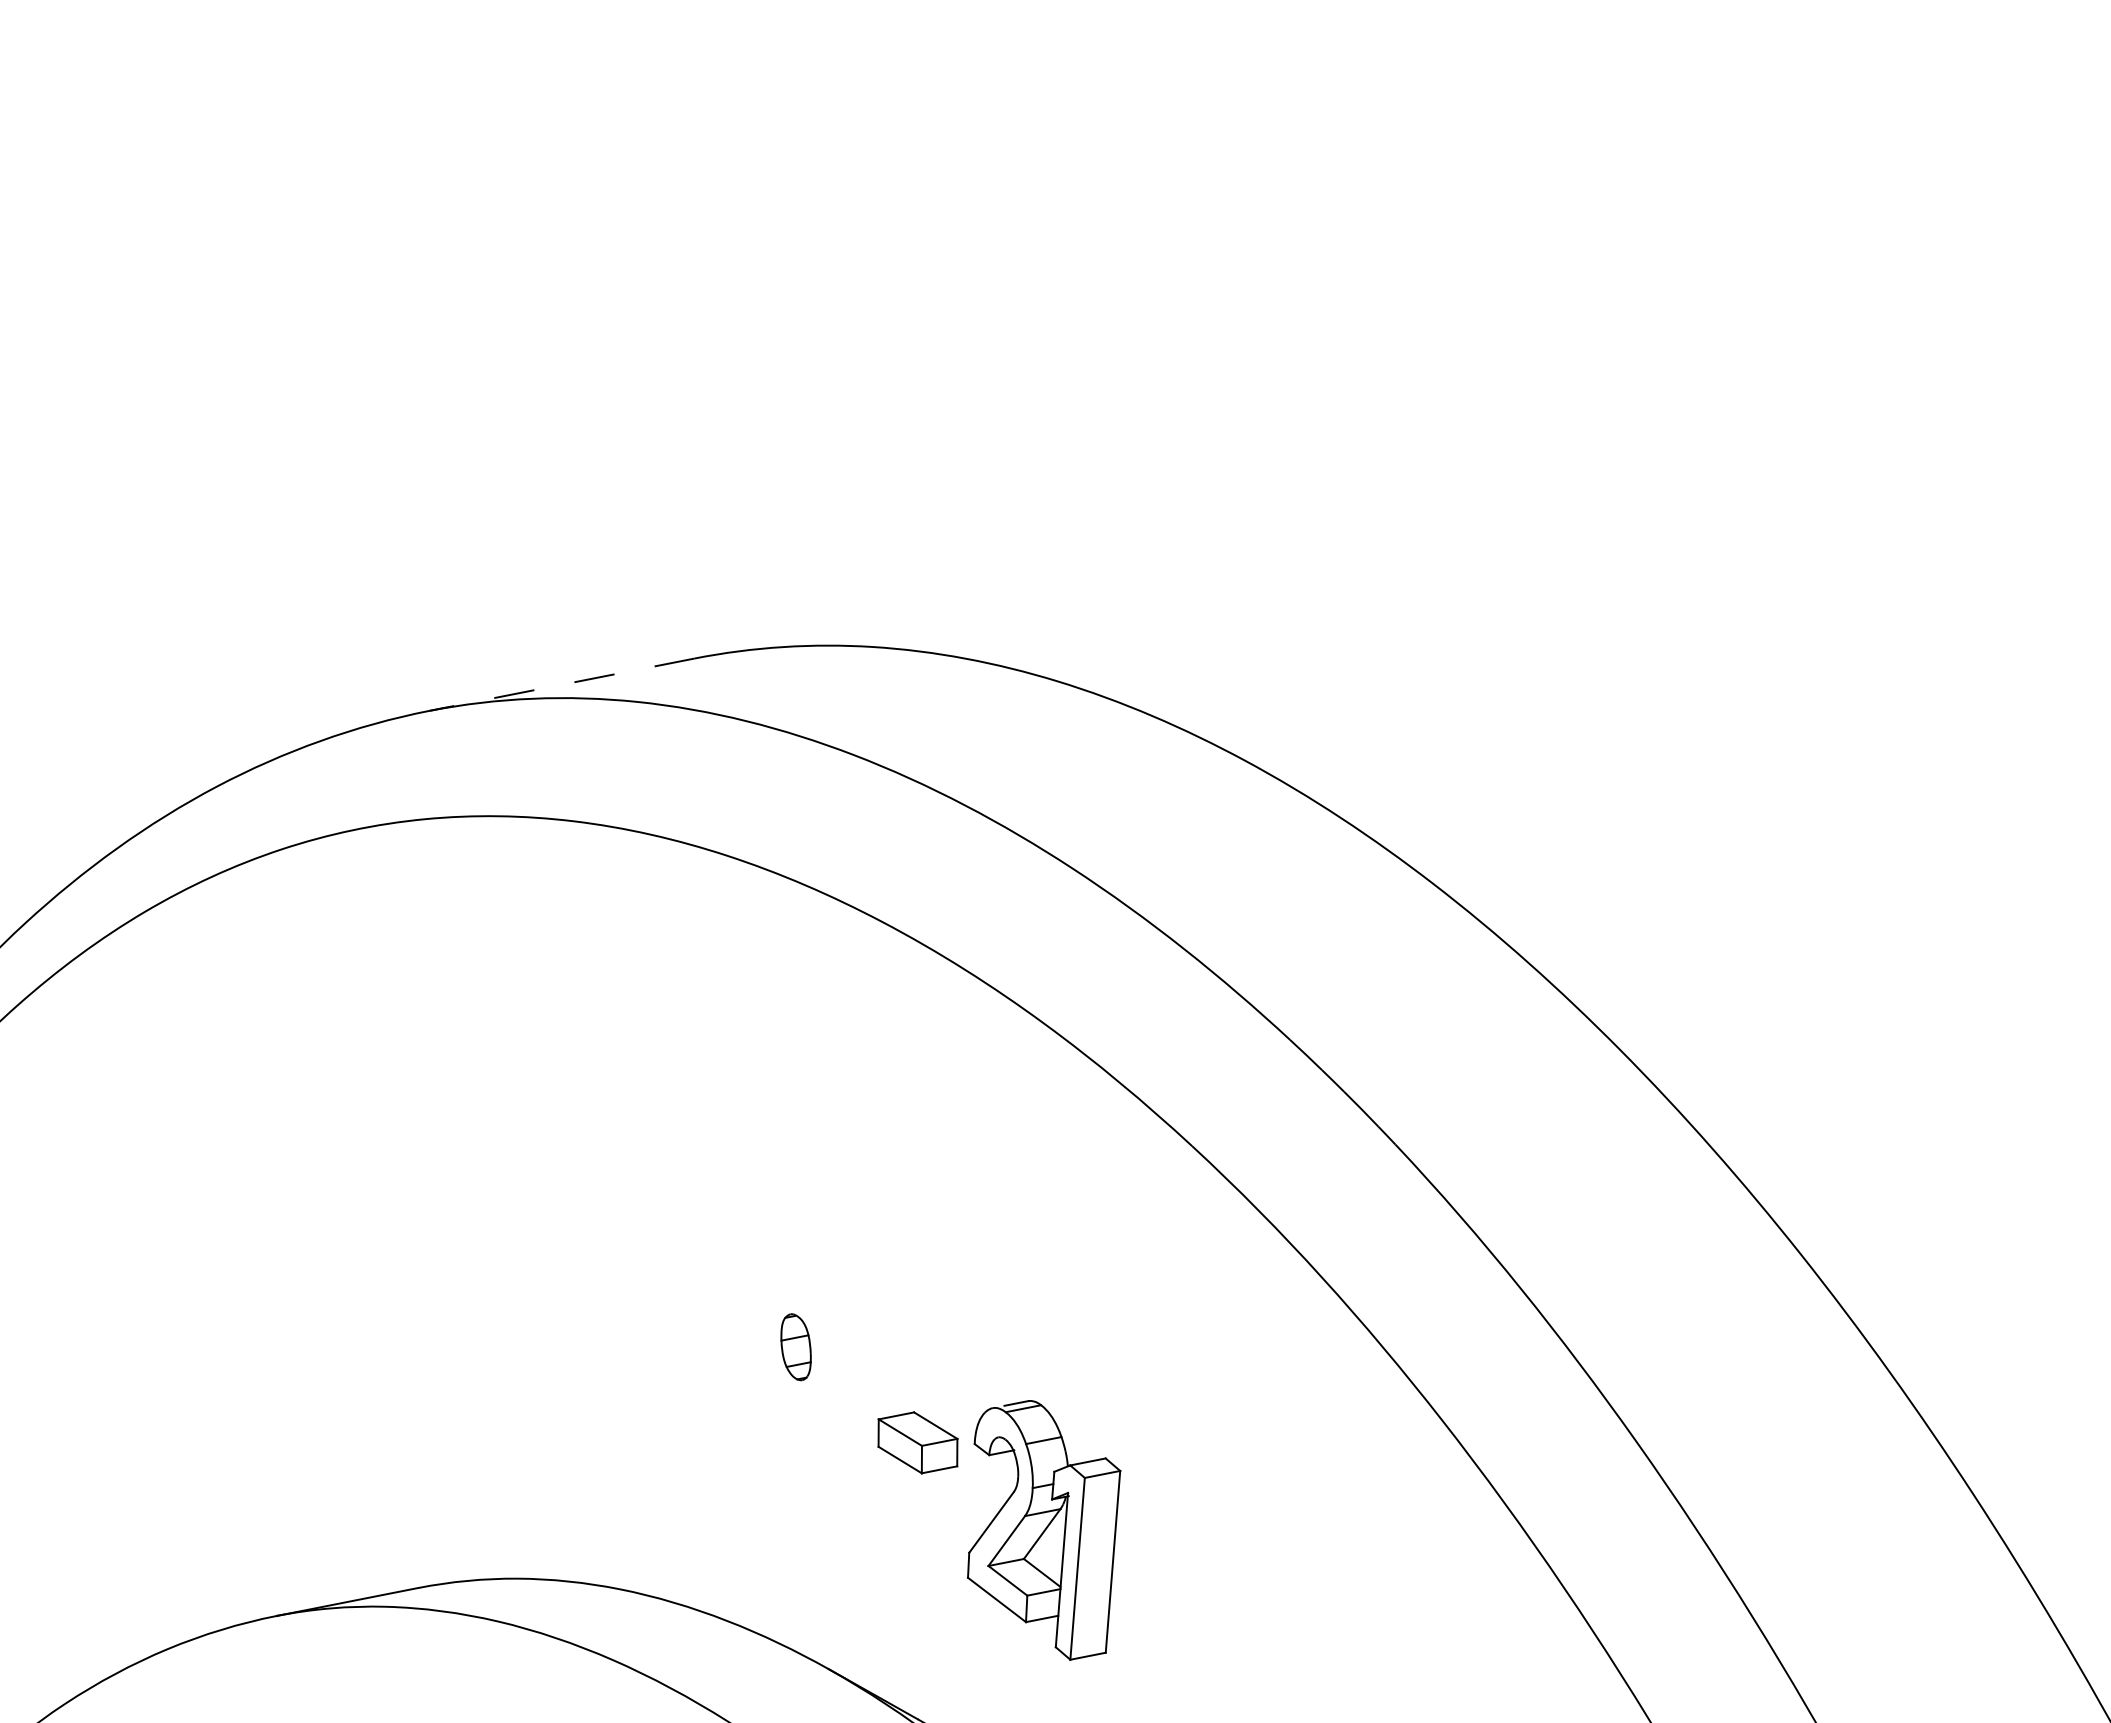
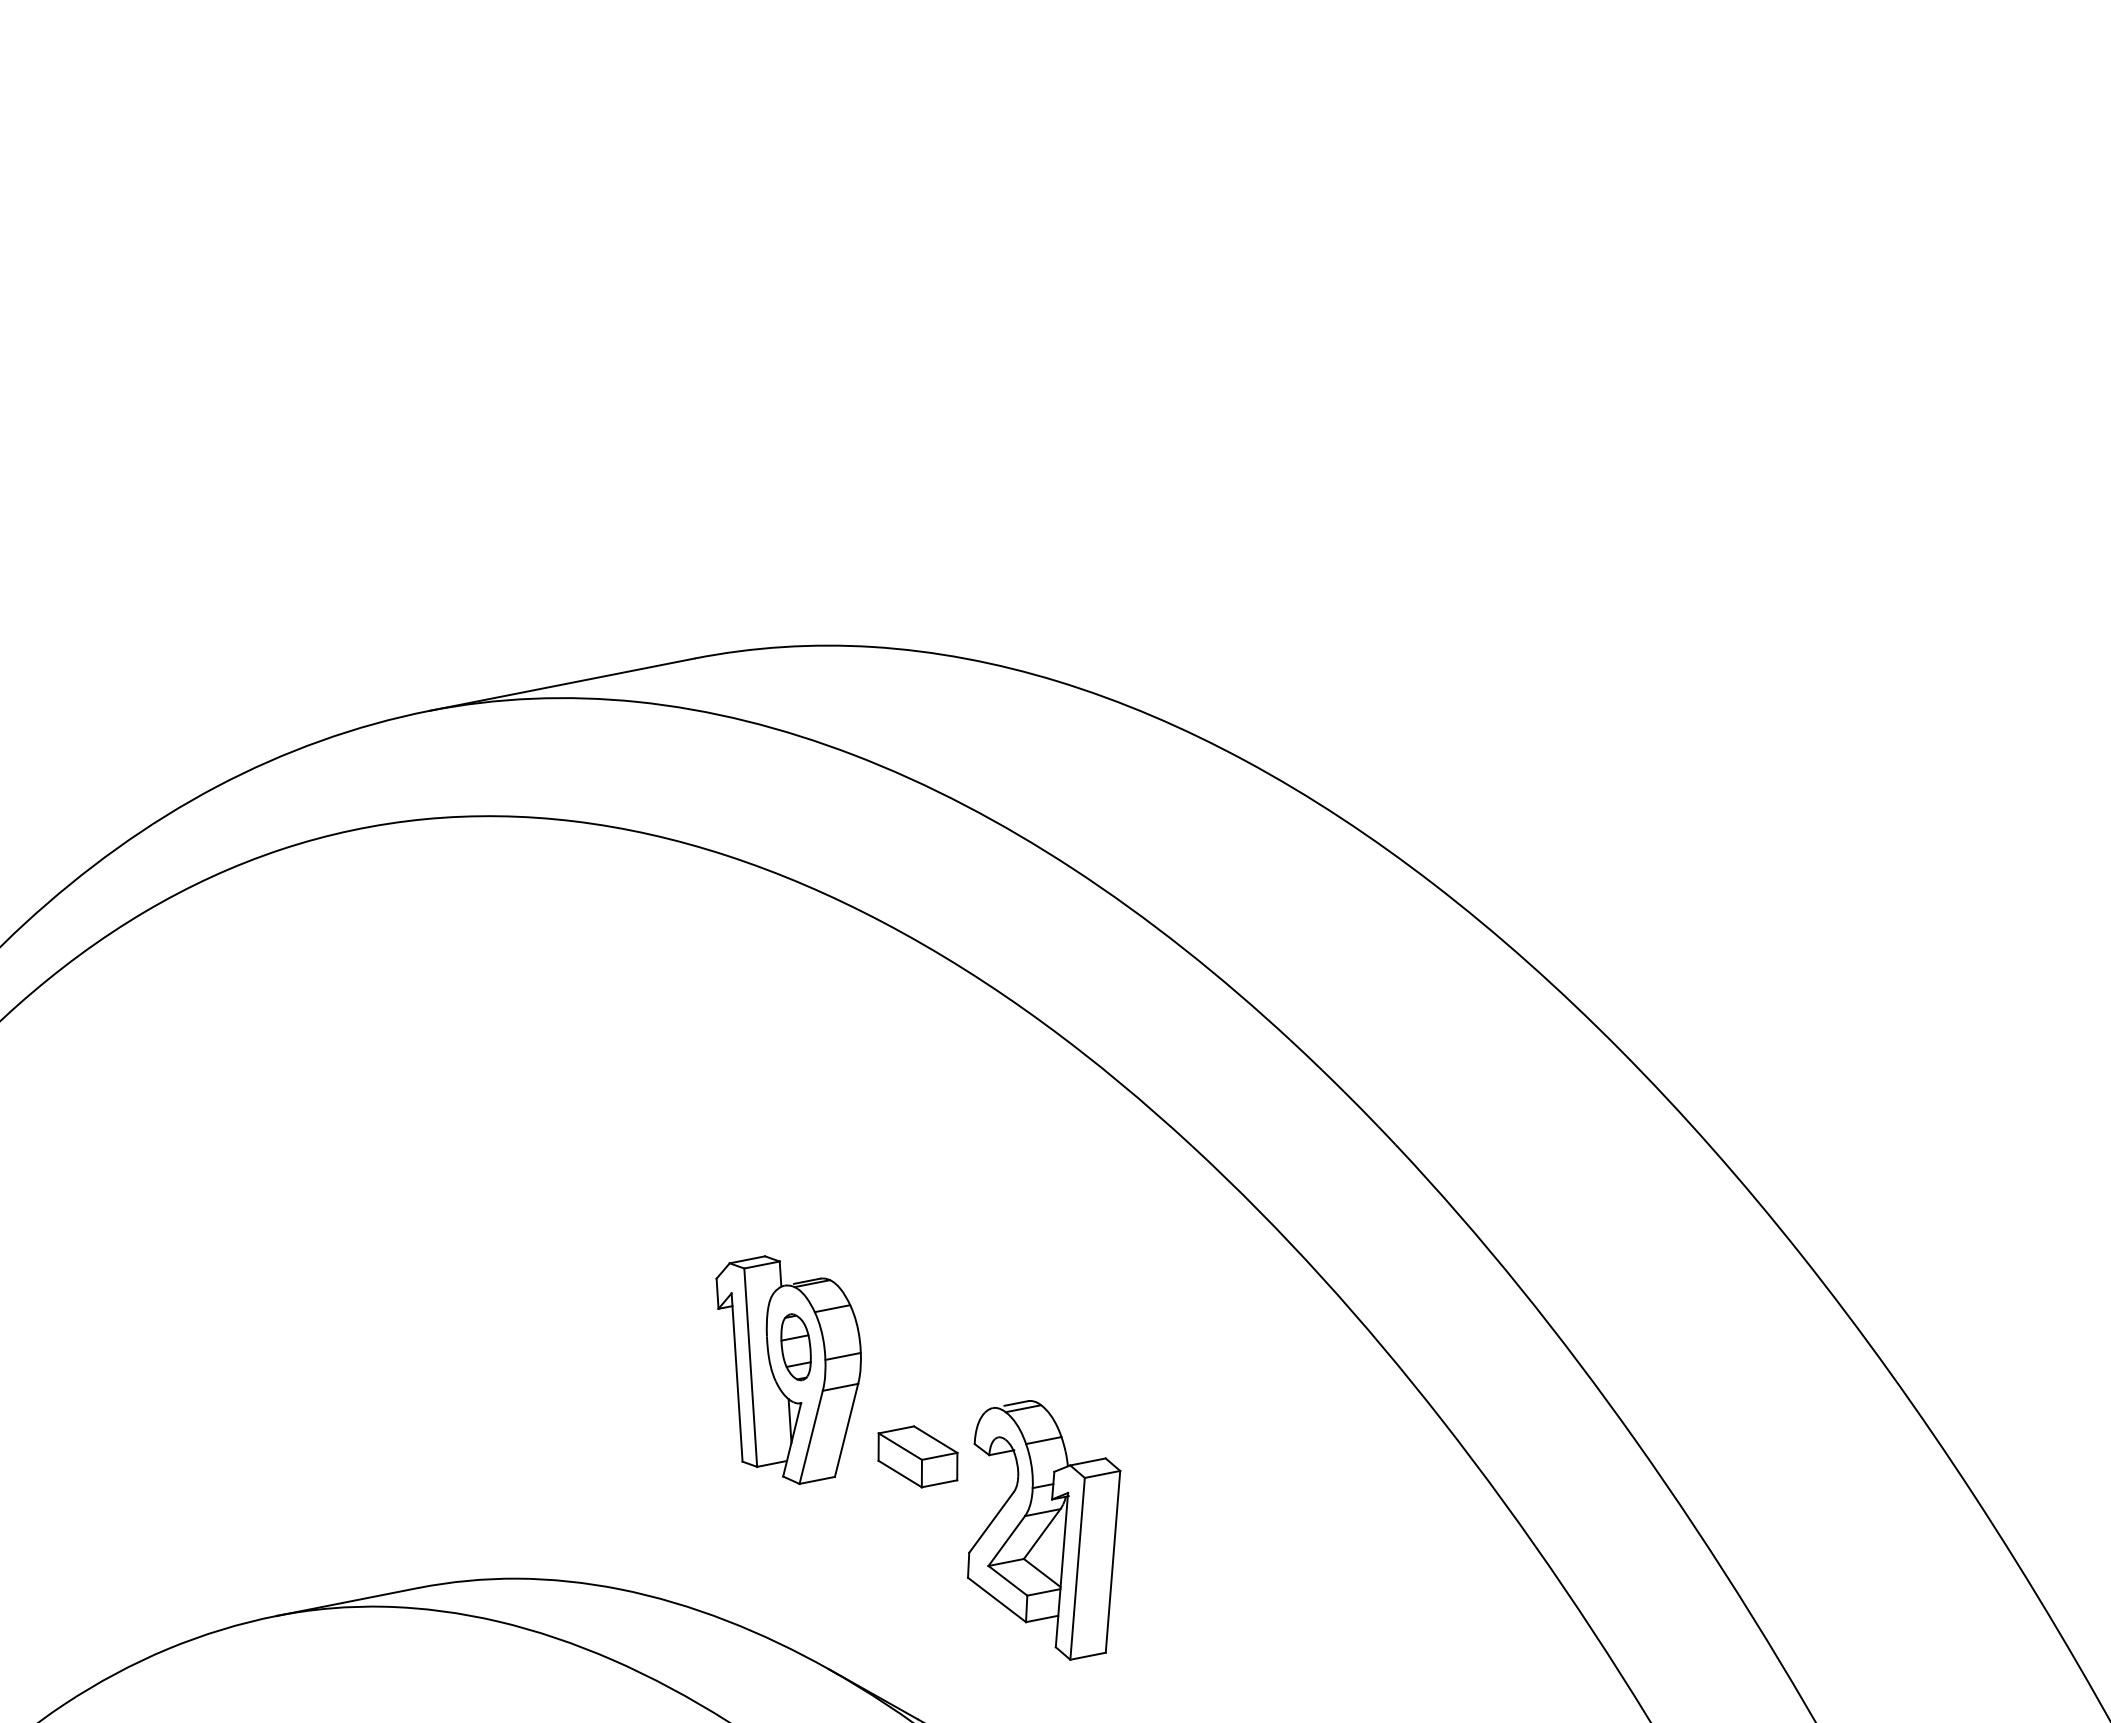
line at (561, 684): dashed -> solid
part at (788, 1369): none -> present
part at (917, 1442) position: (917, 1442) -> (917, 1456)
